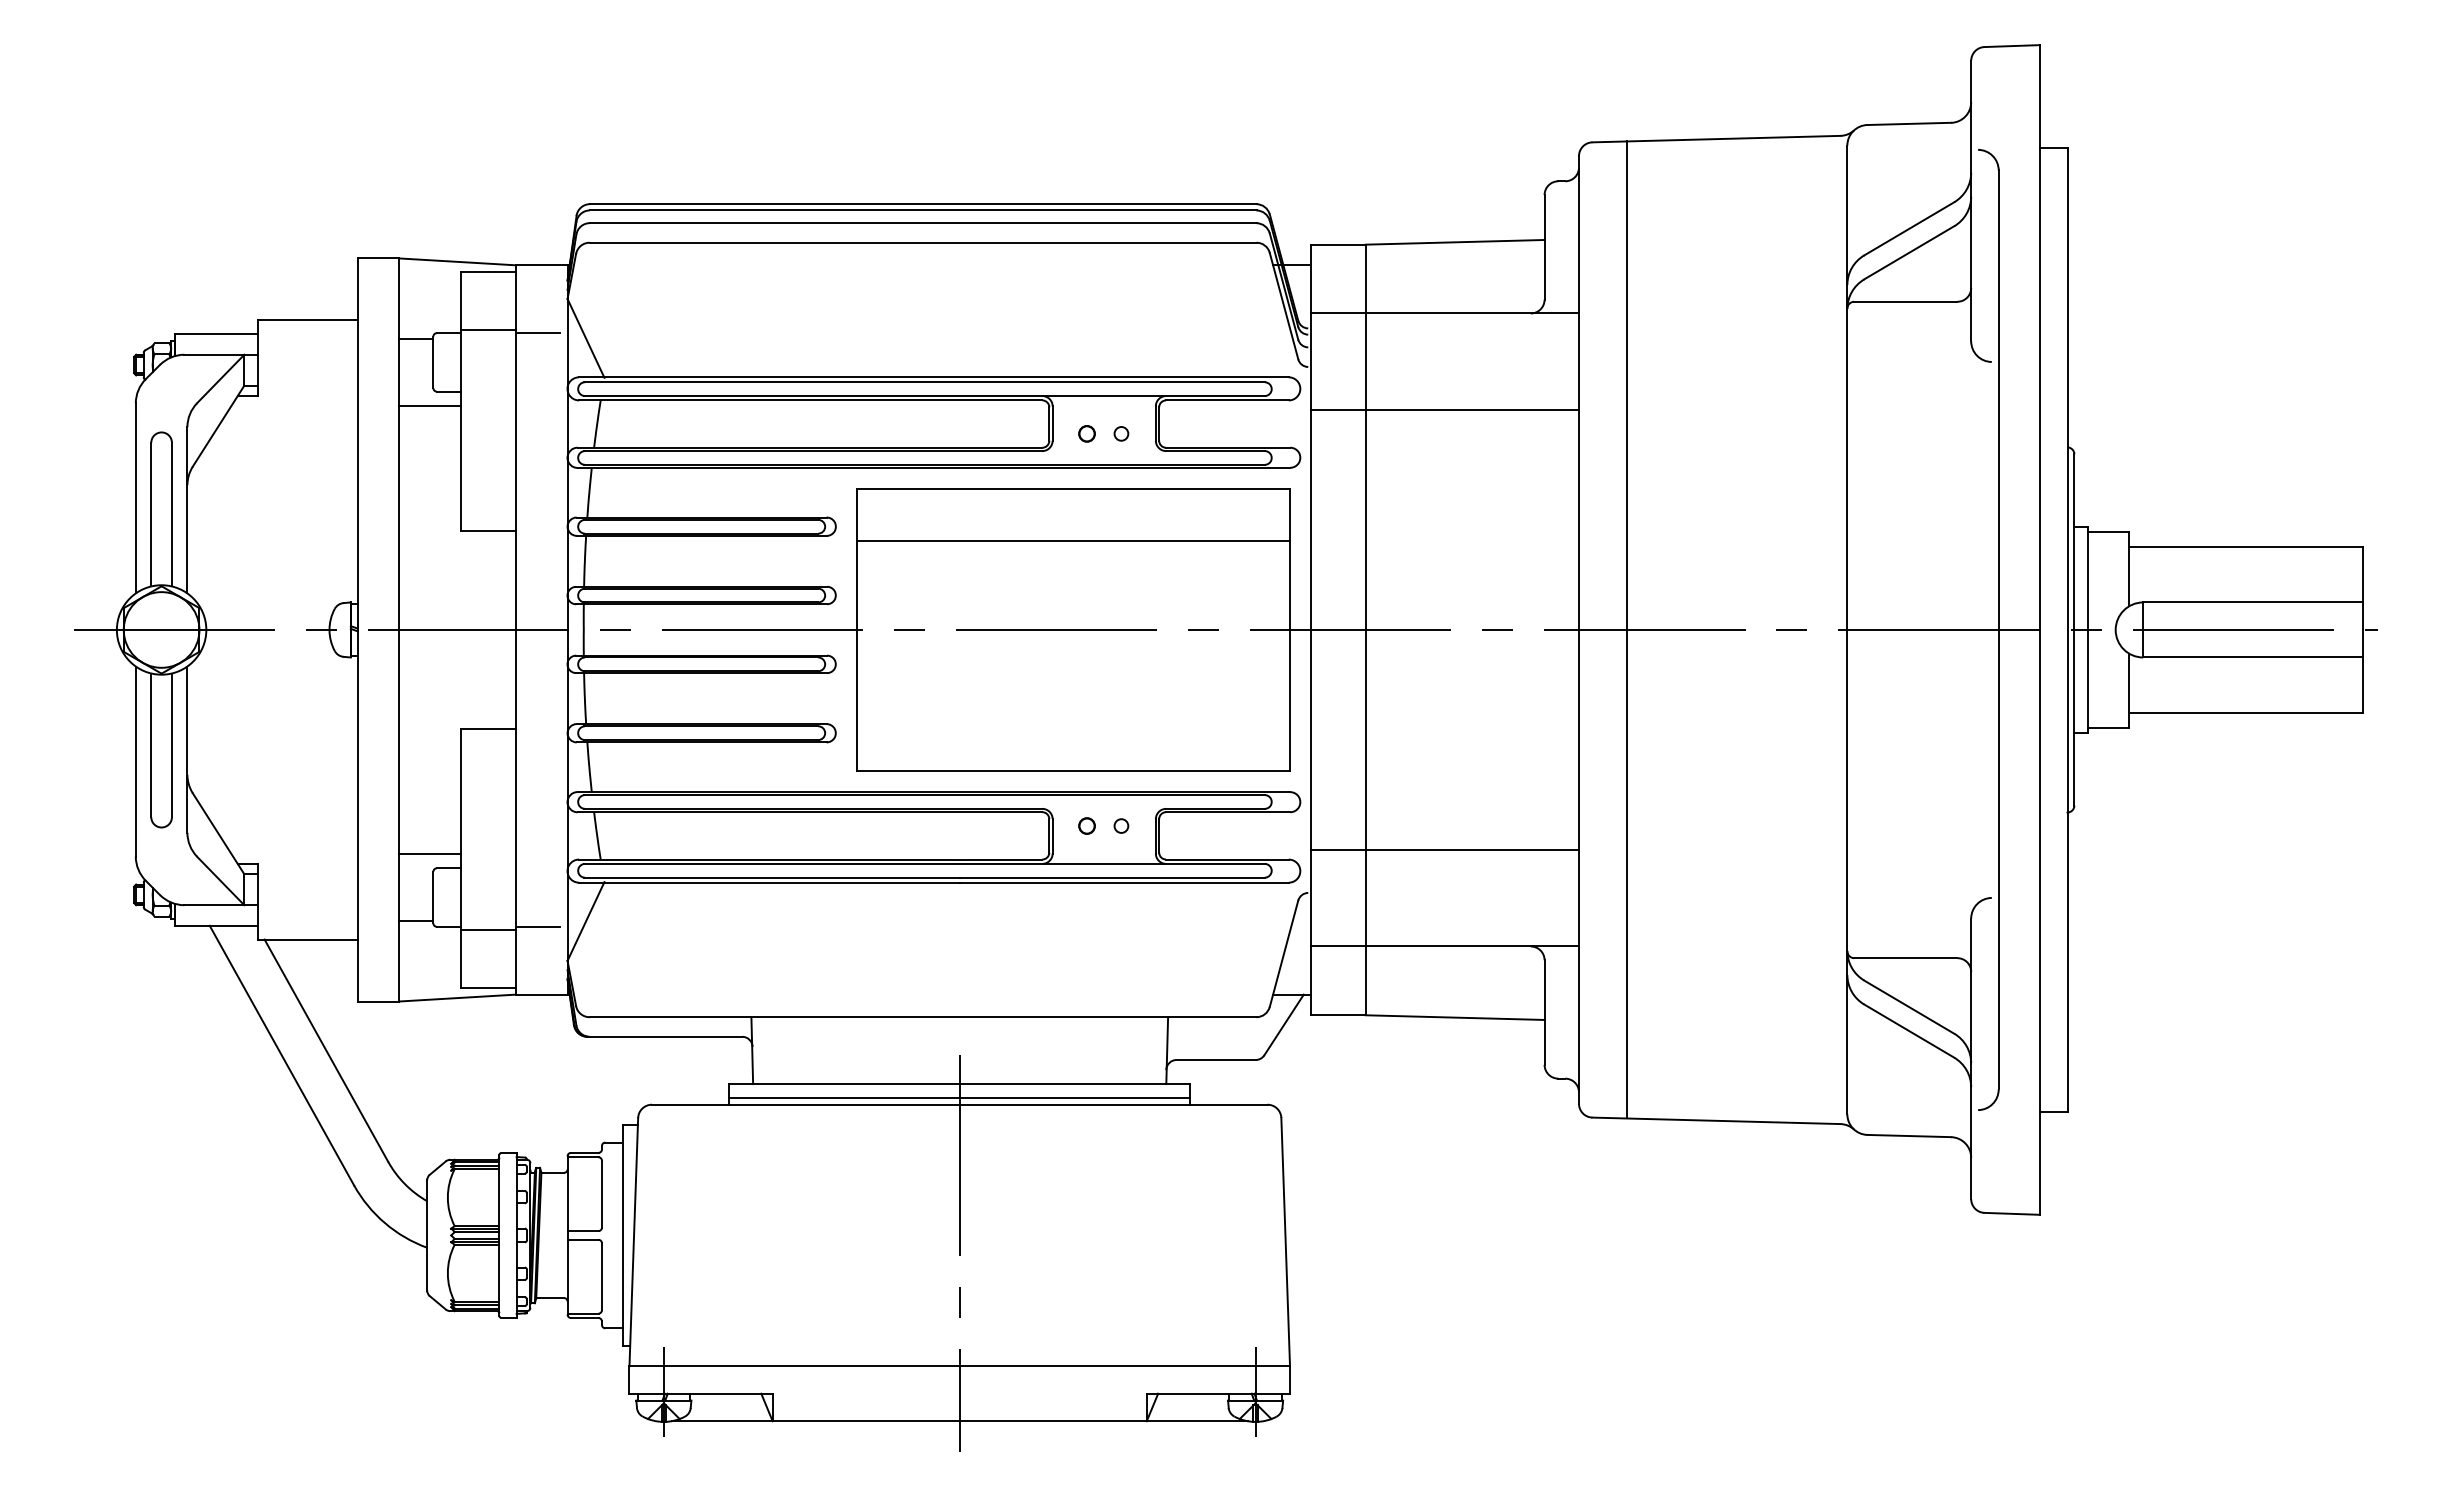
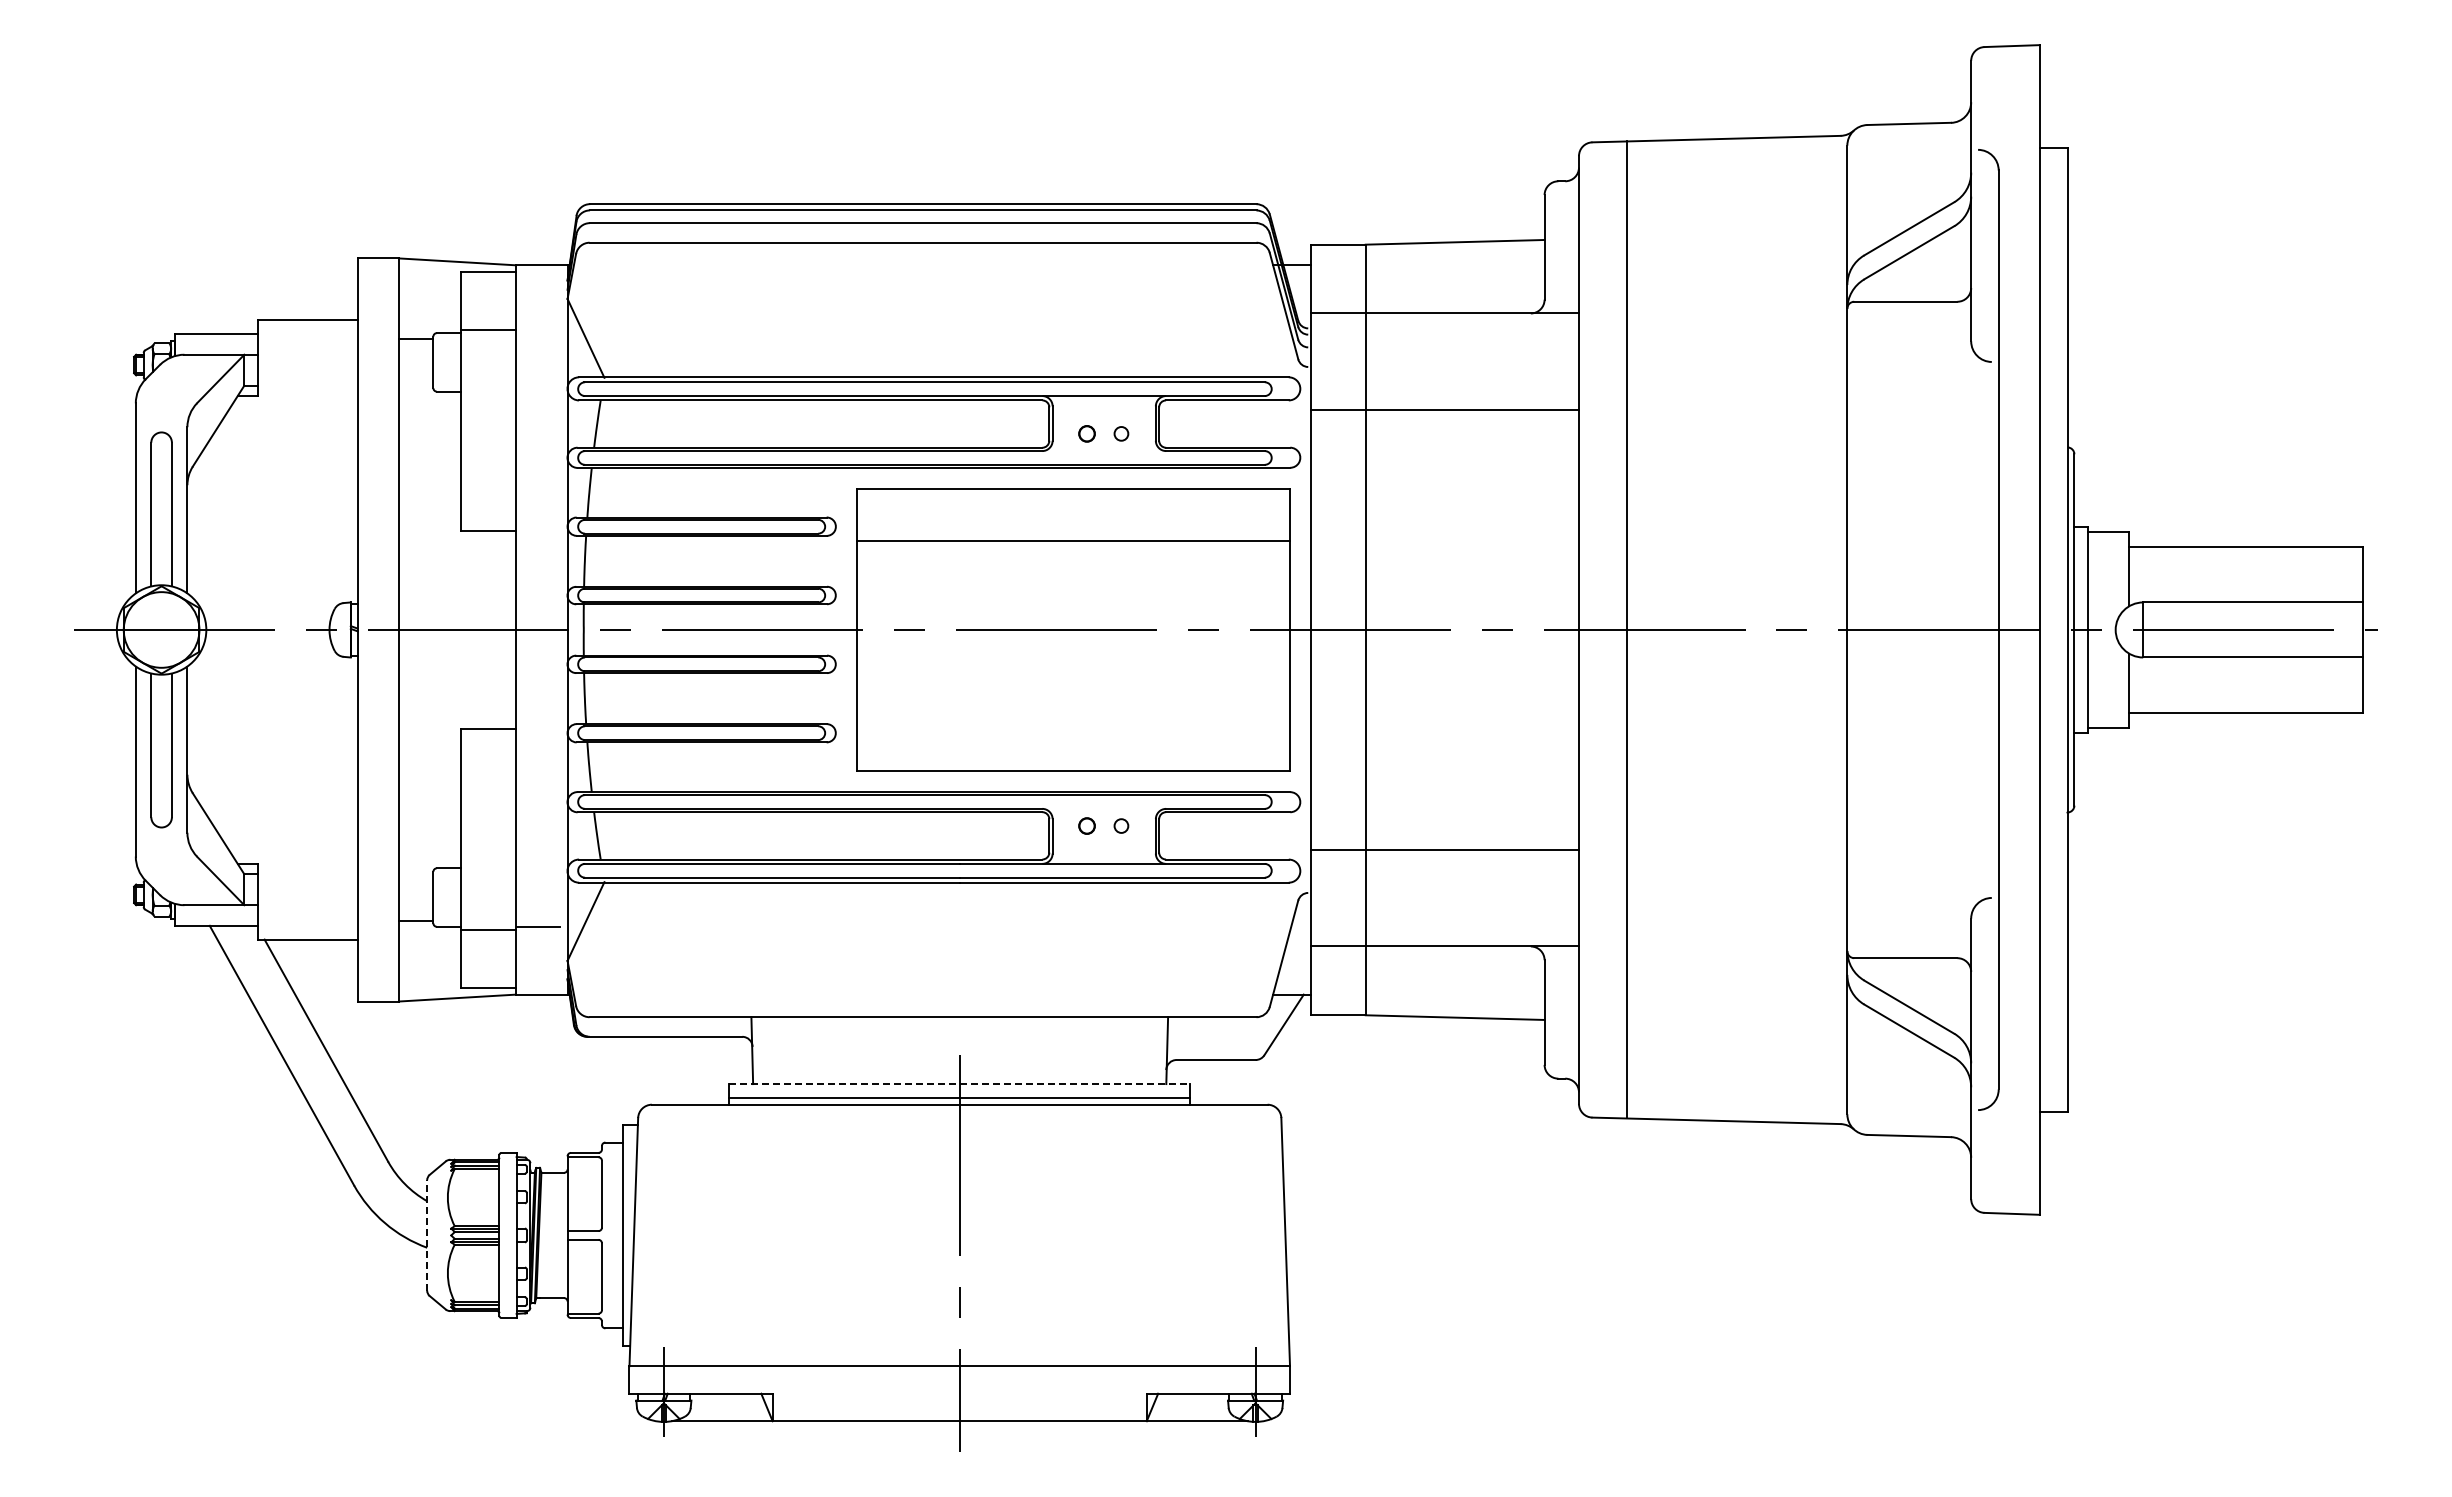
line at (538, 332): present -> none
line at (429, 406): present -> none
line at (429, 853): present -> none
line at (960, 1084): solid -> dashed
line at (427, 1234): solid -> dashed
